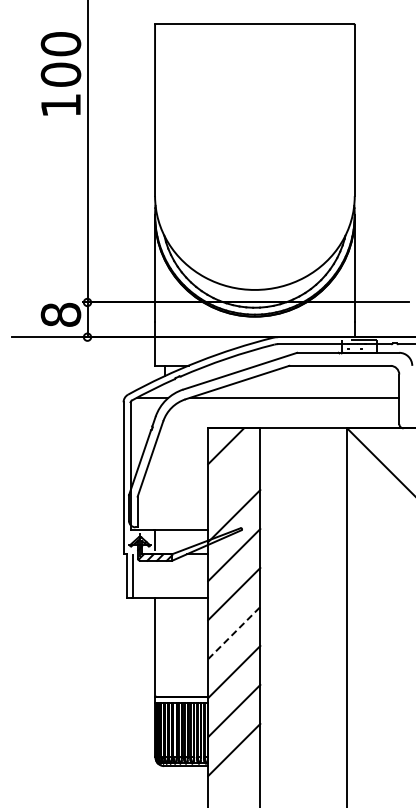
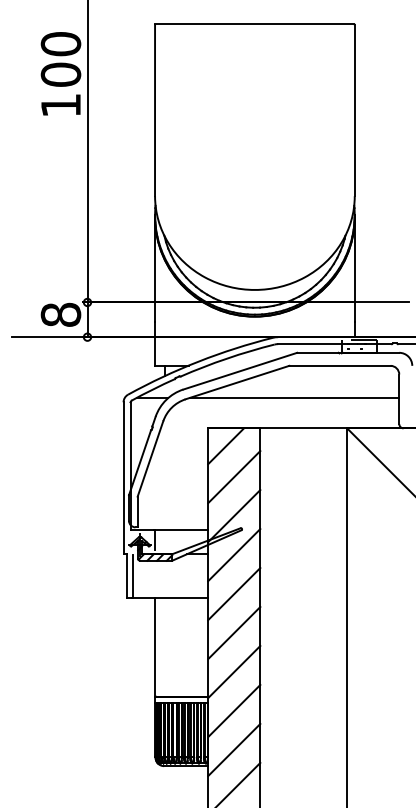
line at (234, 477): none -> present
line at (234, 633): dashed -> solid
line at (239, 783): none -> present
